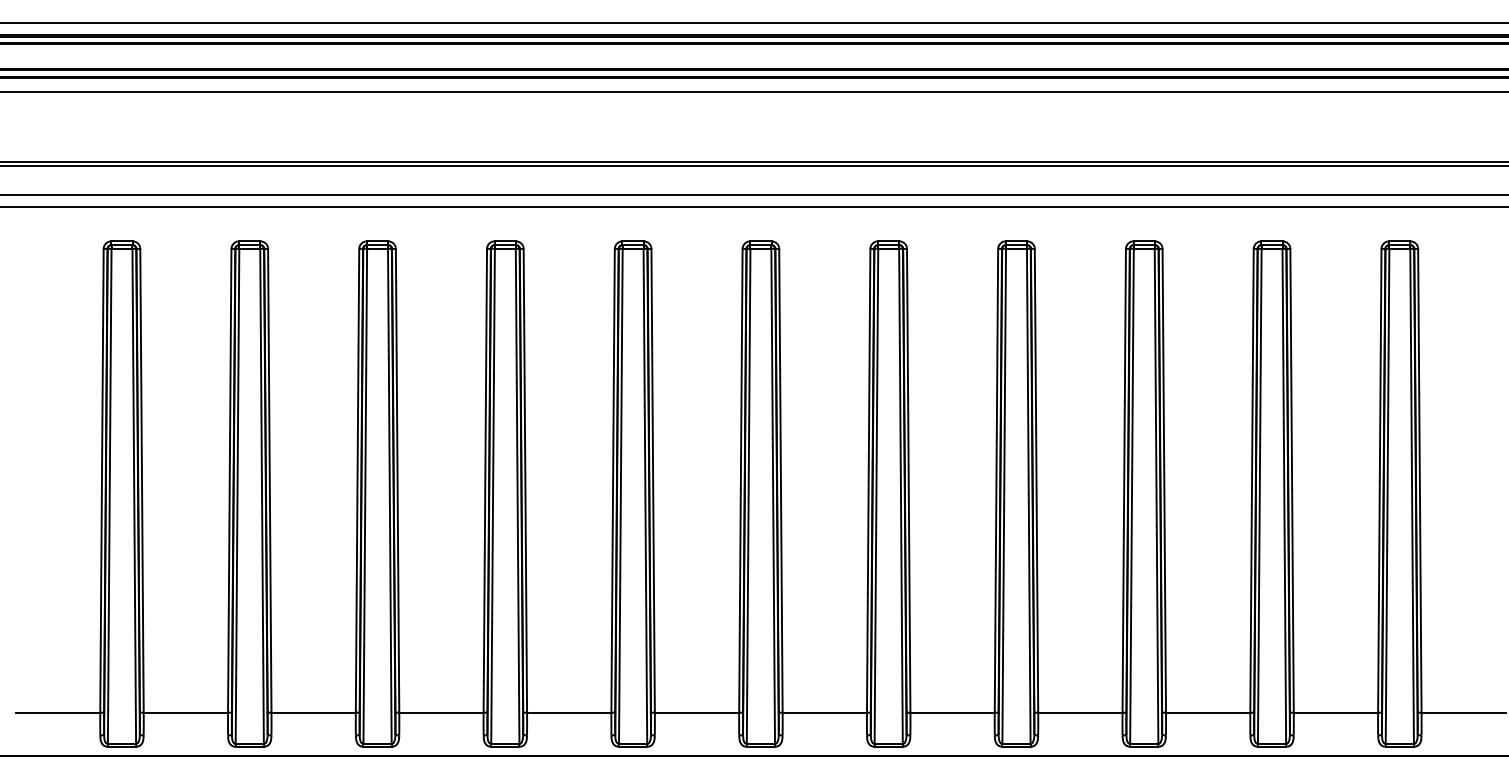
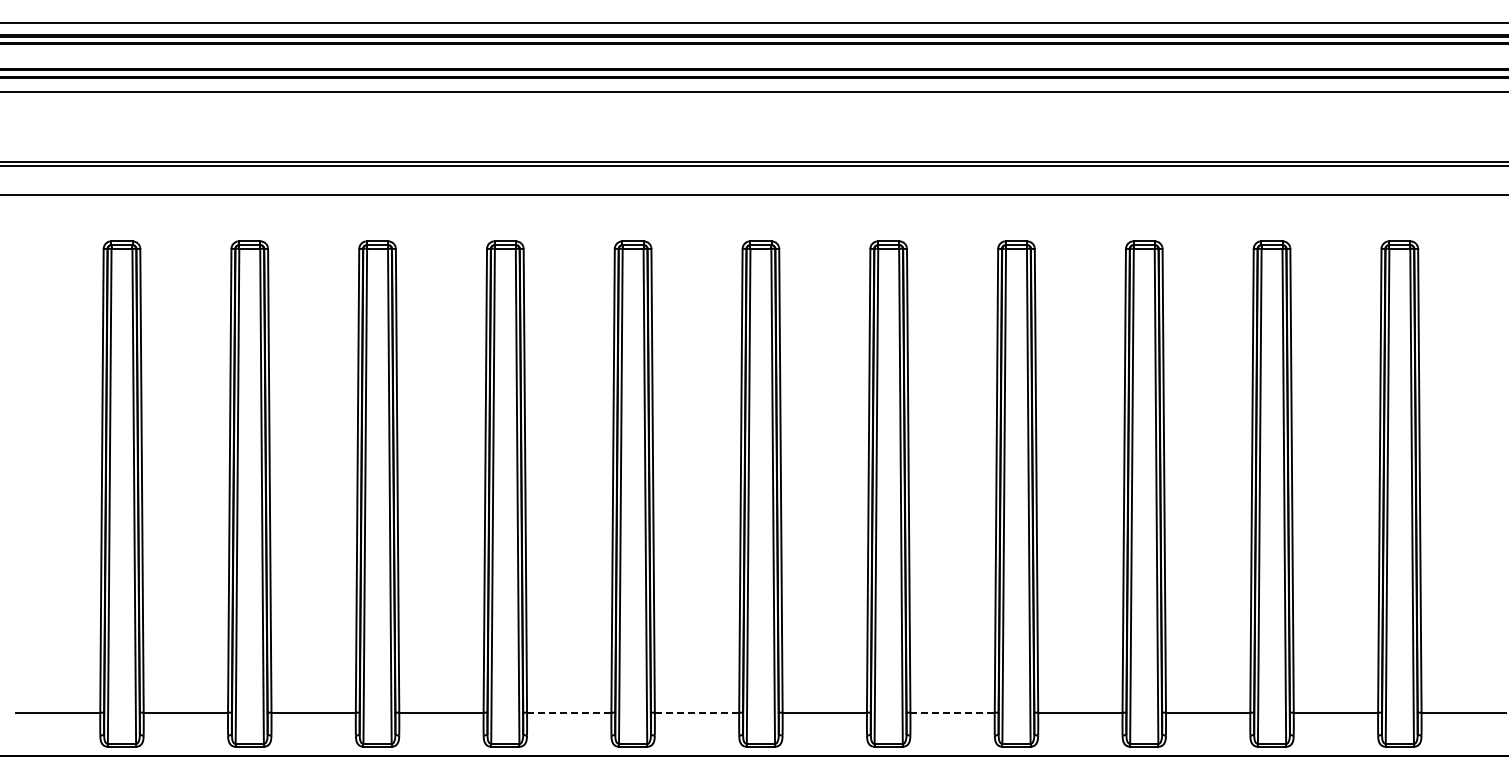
line at (753, 206): present -> none
line at (569, 712): solid -> dashed
line at (697, 712): solid -> dashed
line at (953, 712): solid -> dashed
